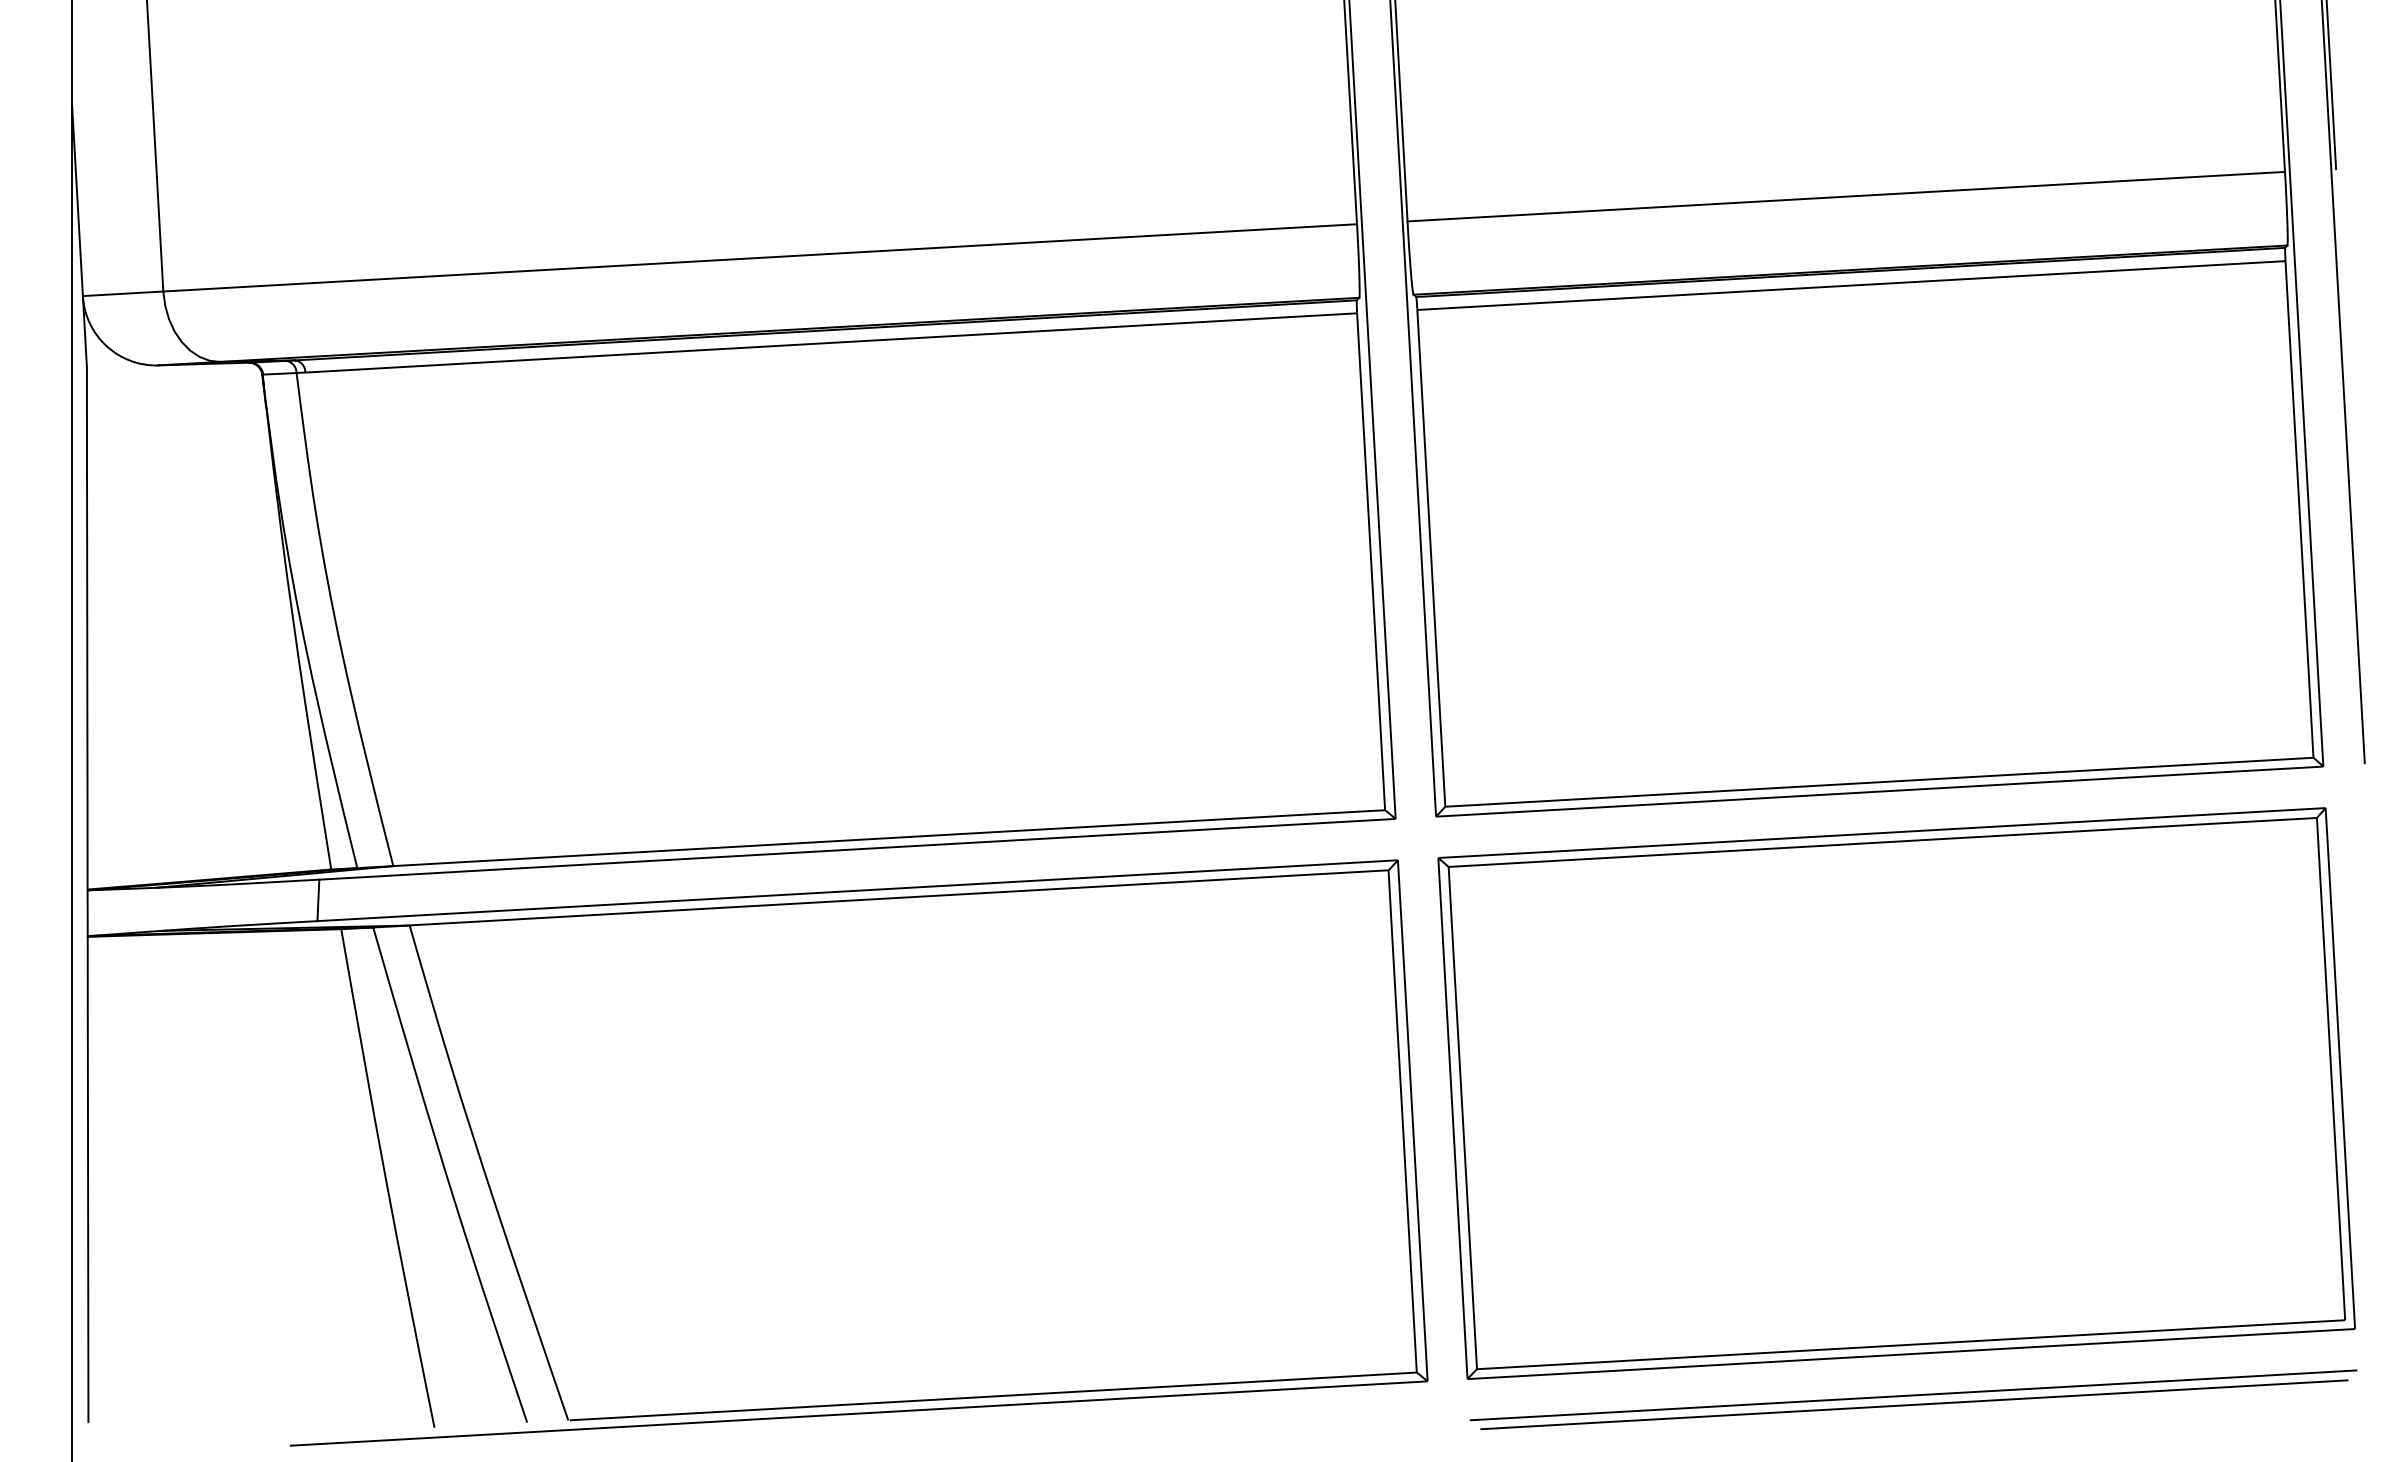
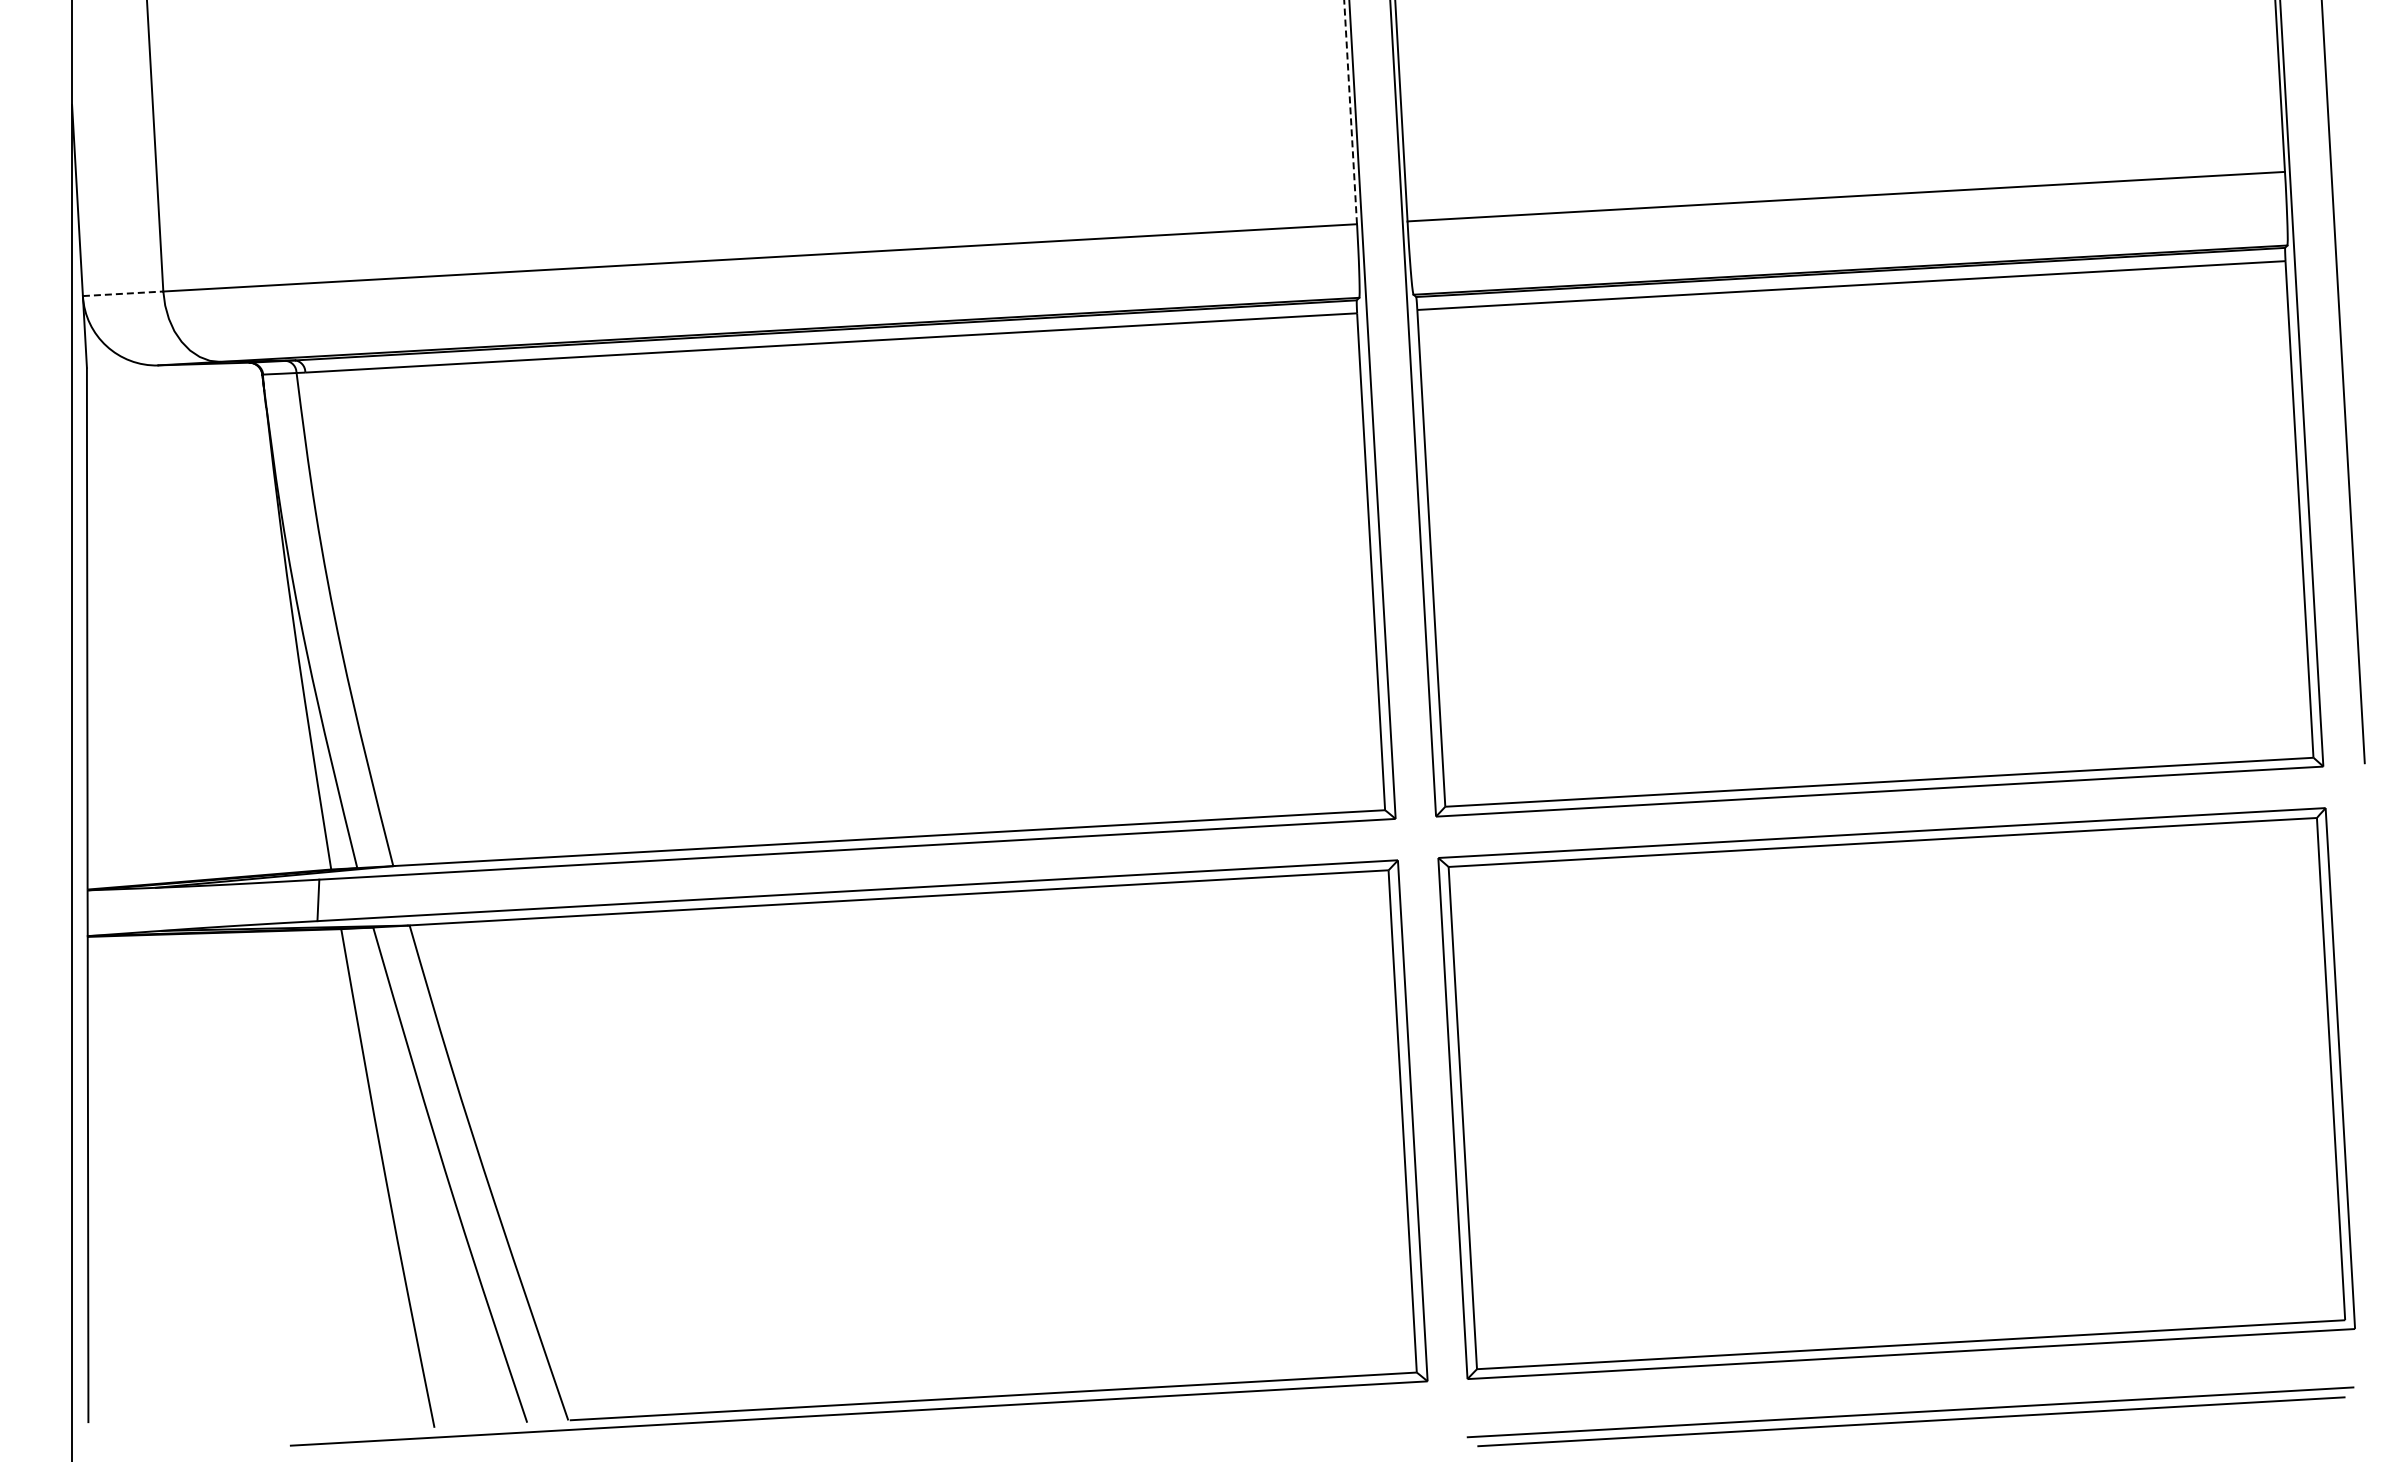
line at (2331, 85): present -> none
line at (1350, 111): solid -> dashed
line at (123, 293): solid -> dashed
part at (1913, 1399) position: (1913, 1399) -> (1910, 1416)
